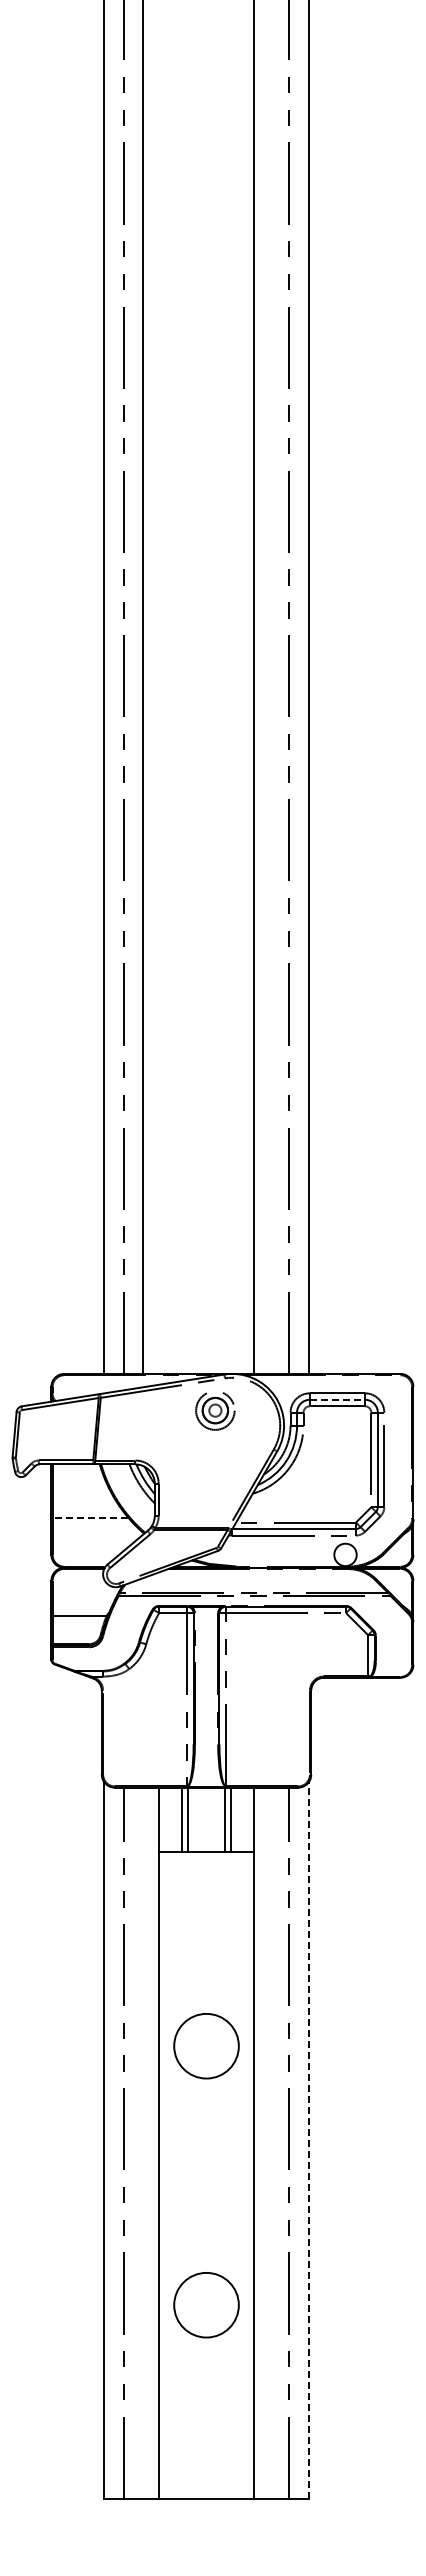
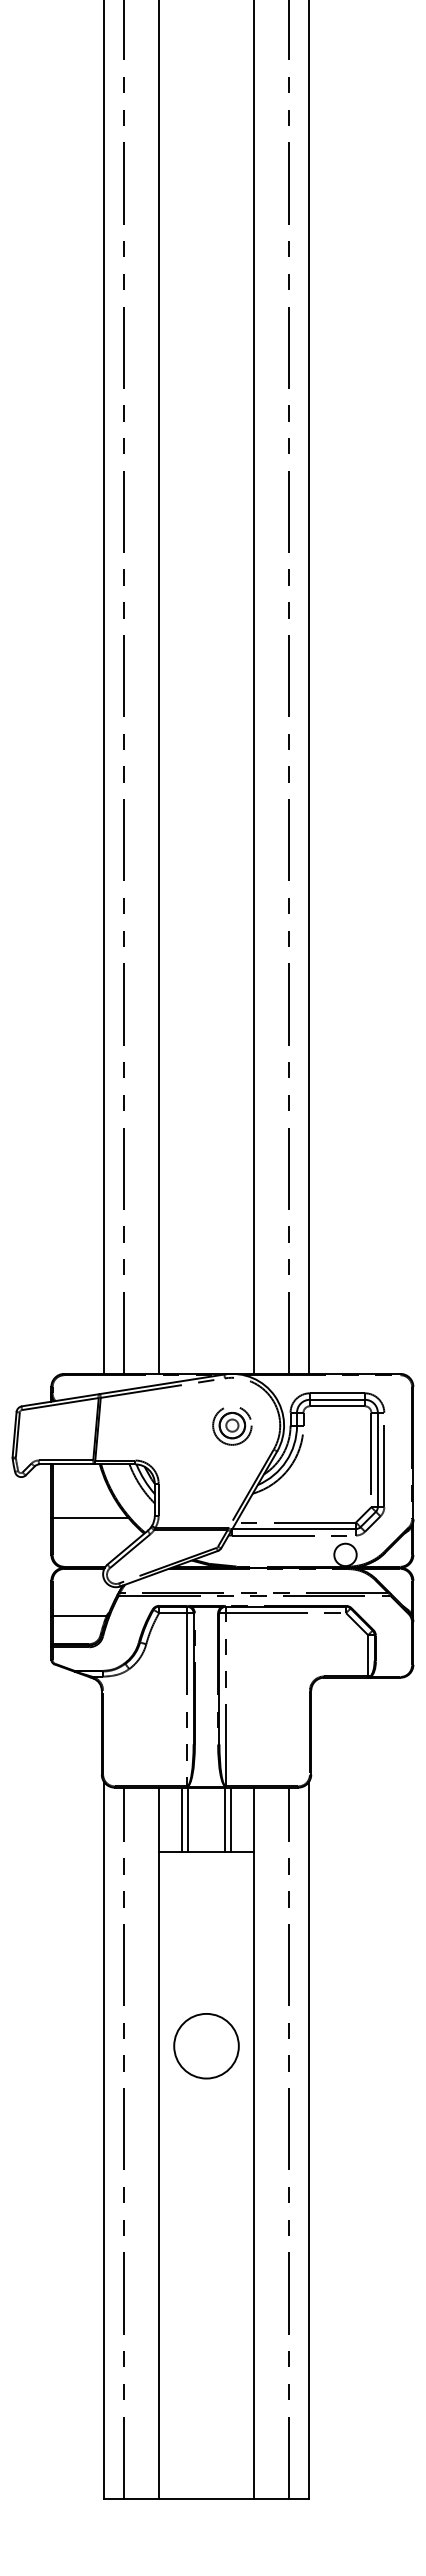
line at (143, 687) position: (143, 687) -> (159, 687)
line at (337, 1399): dashed -> solid
part at (215, 1411) position: (215, 1411) -> (232, 1426)
line at (90, 1517): dashed -> solid
line at (309, 2140): dashed -> solid
circle at (206, 2305): present -> none
